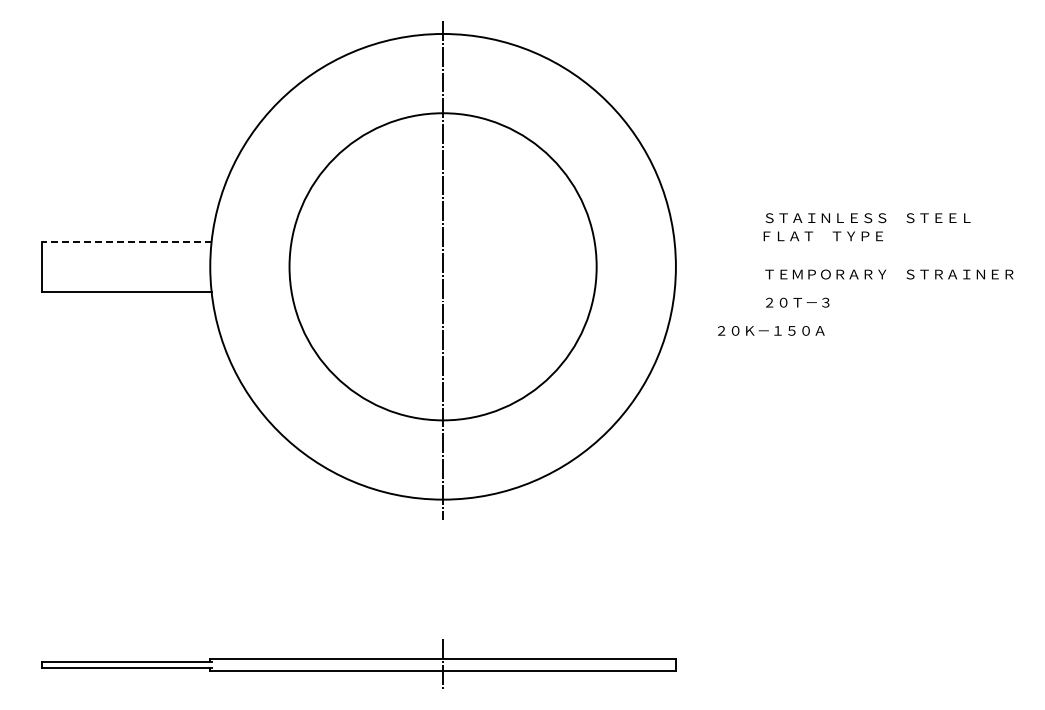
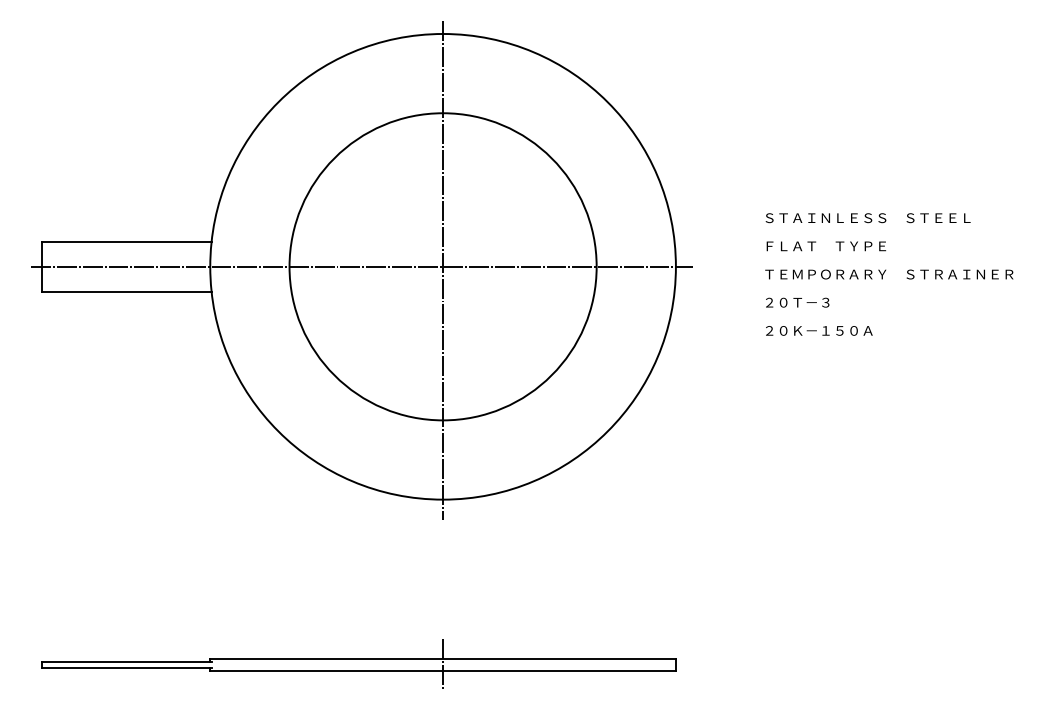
text at (822, 236) position: (822, 236) -> (825, 246)
line at (126, 242): dashed -> solid
line at (362, 266): none -> present
text at (771, 330) position: (771, 330) -> (819, 330)
